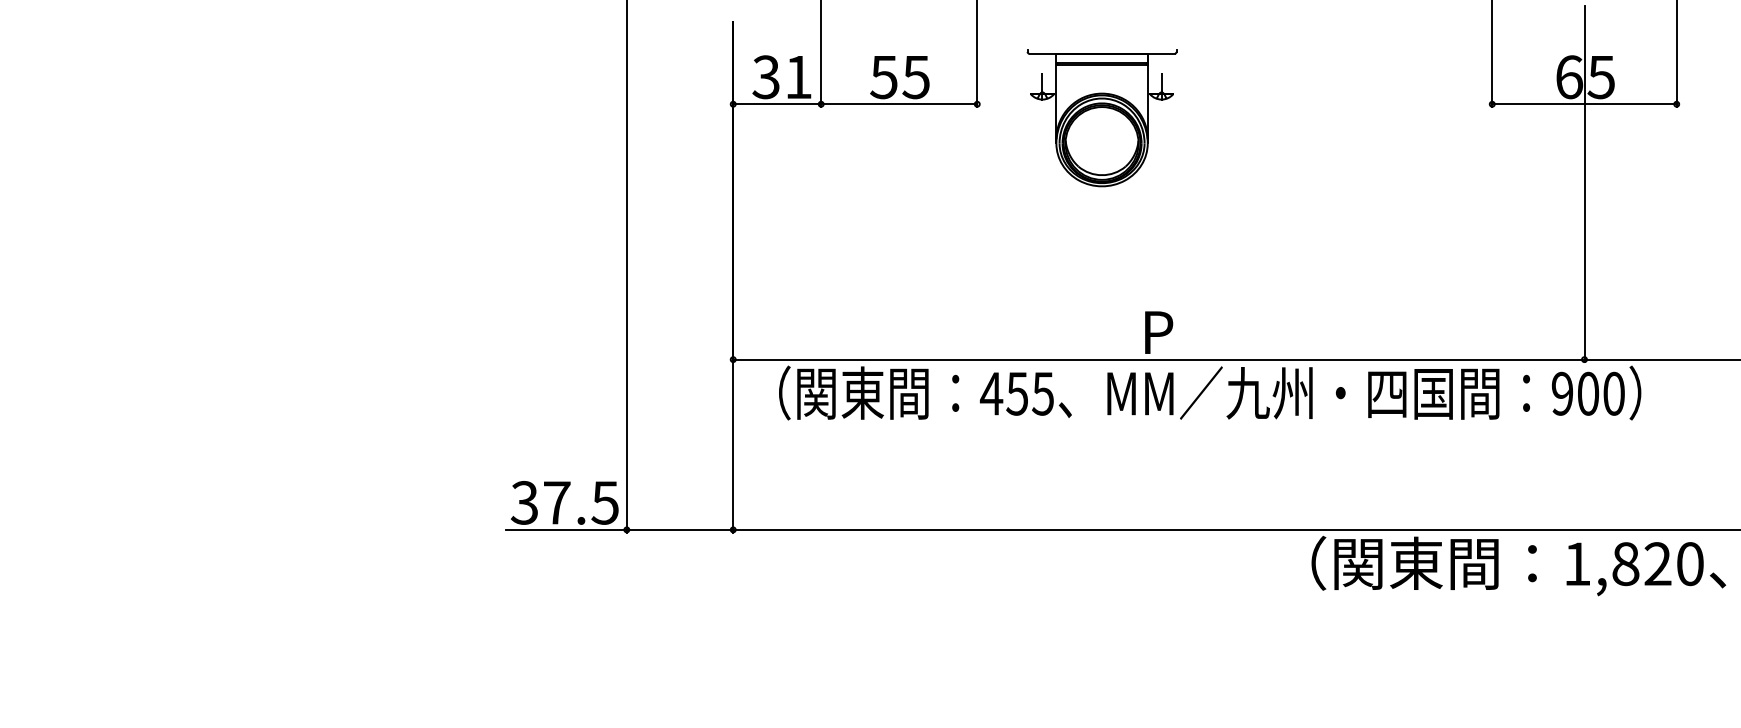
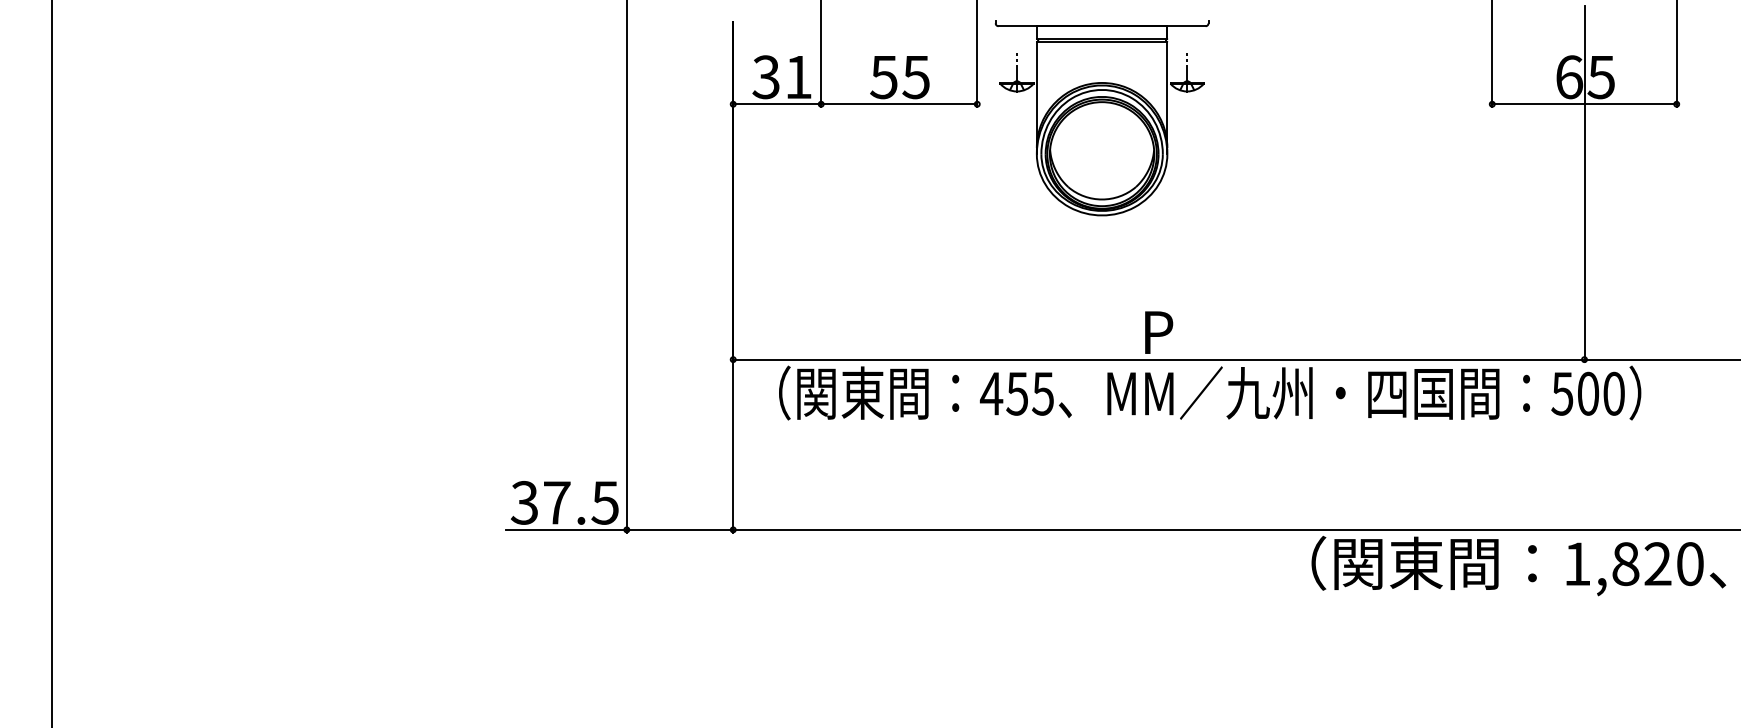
part at (1101, 118) size: 152x139 px -> 216x197 px
line at (52, 363): none -> present
text at (1562, 393): 900 -> 500
